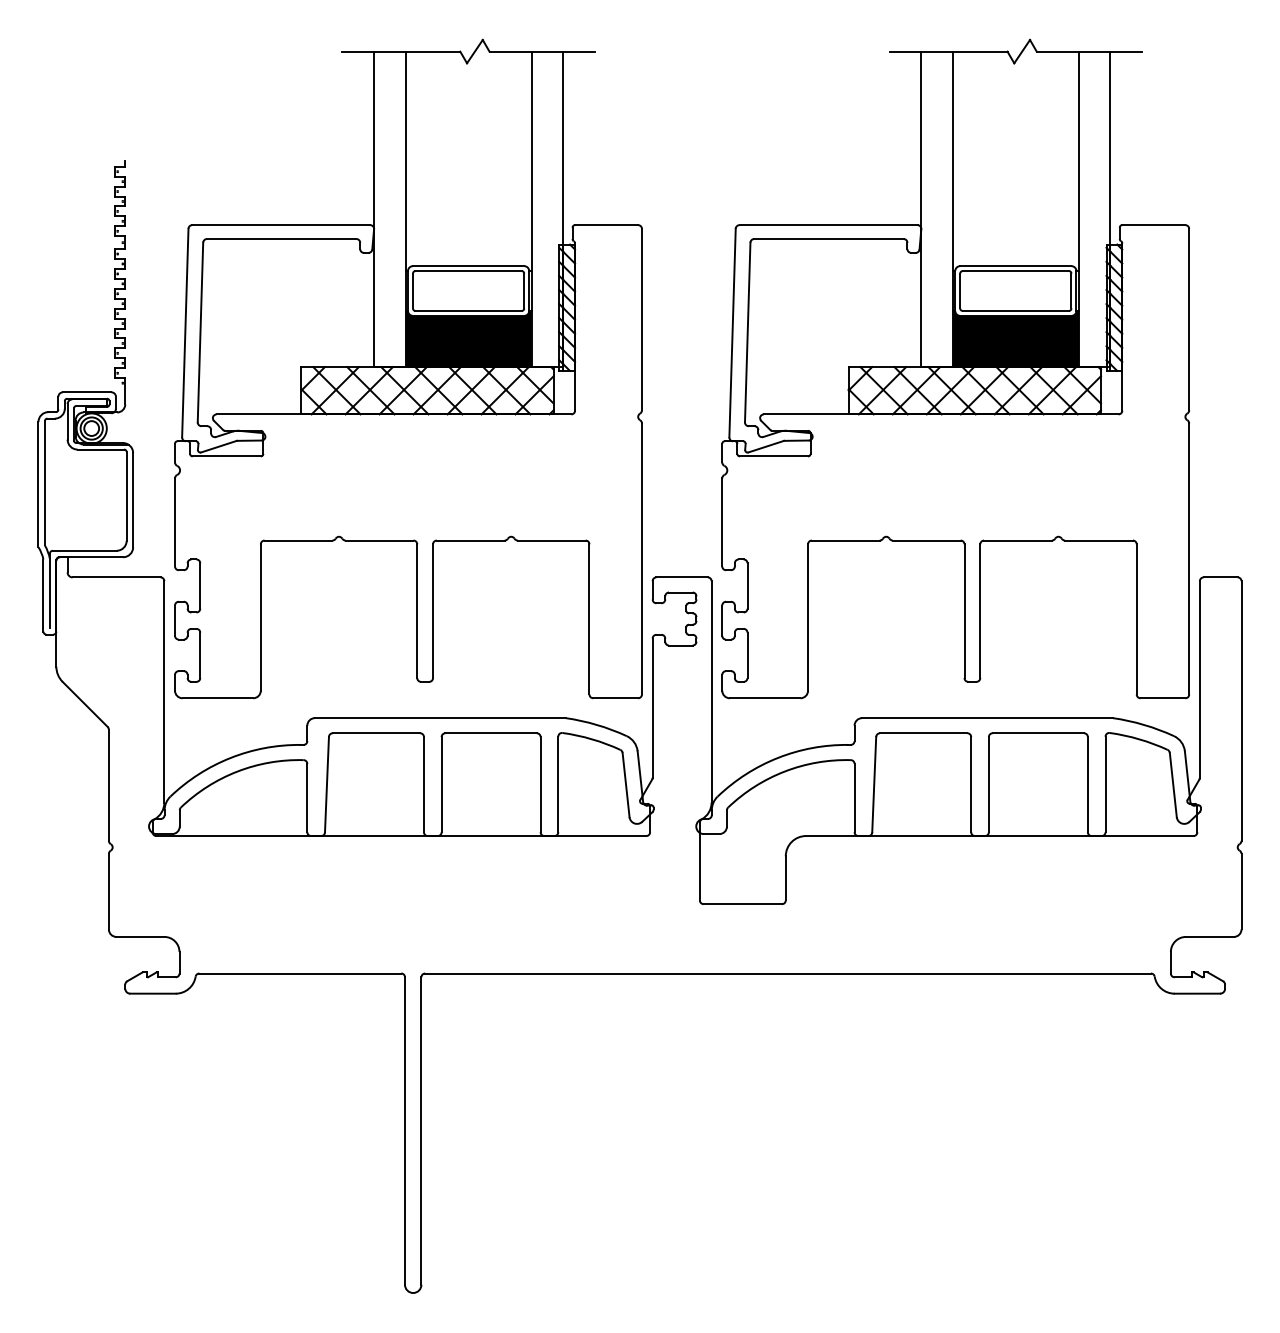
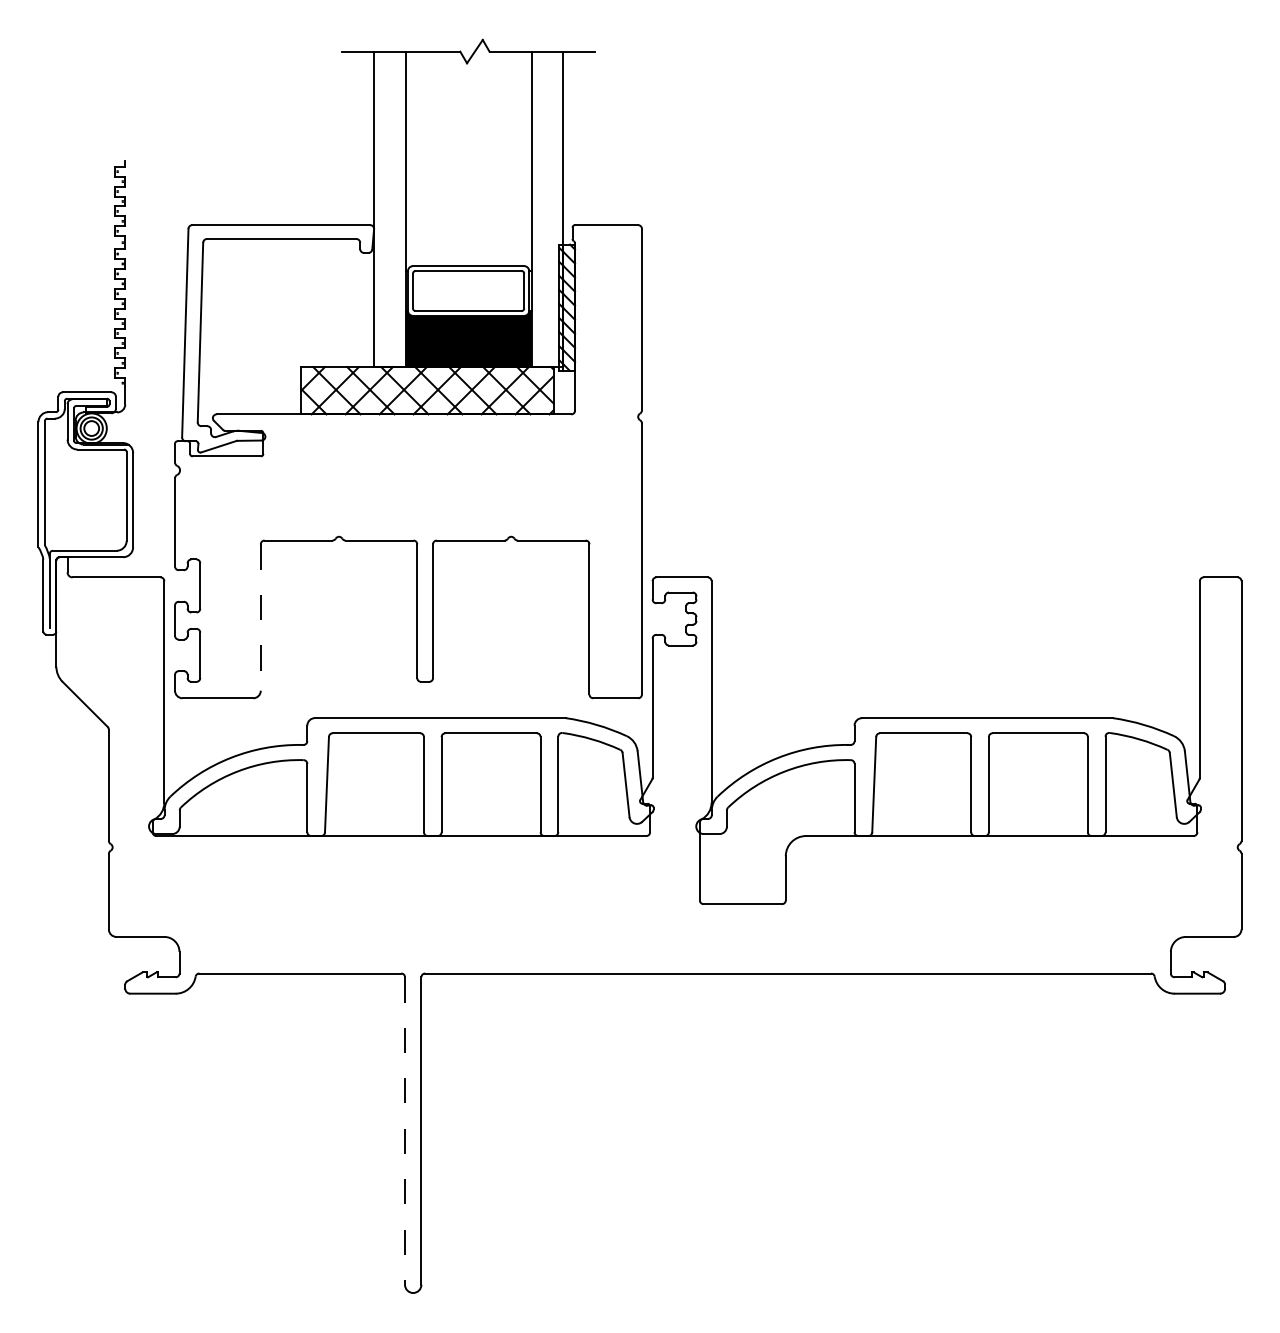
part at (955, 368): present -> none
line at (260, 618): solid -> dashed
line at (405, 1131): solid -> dashed
